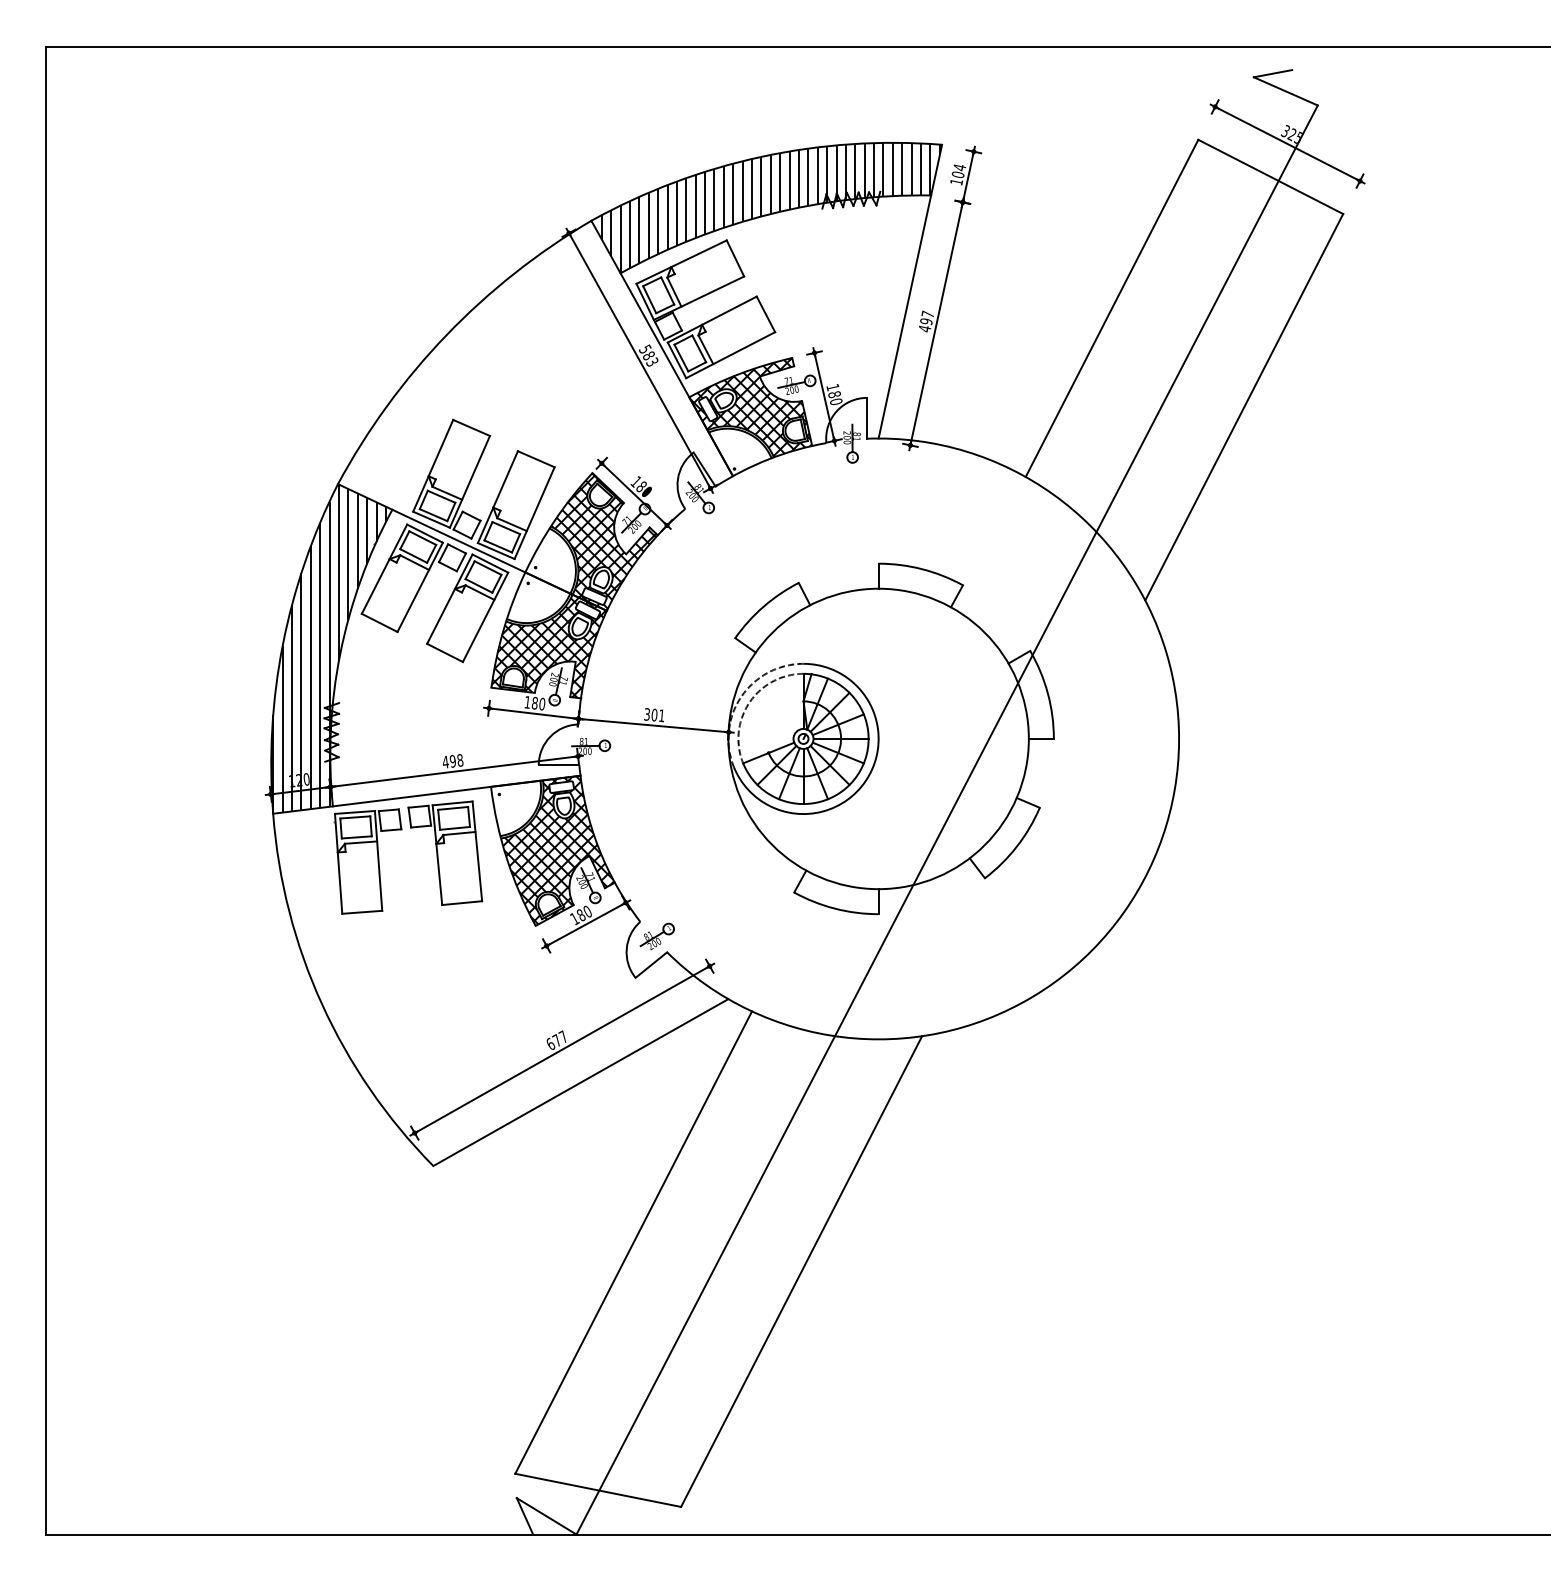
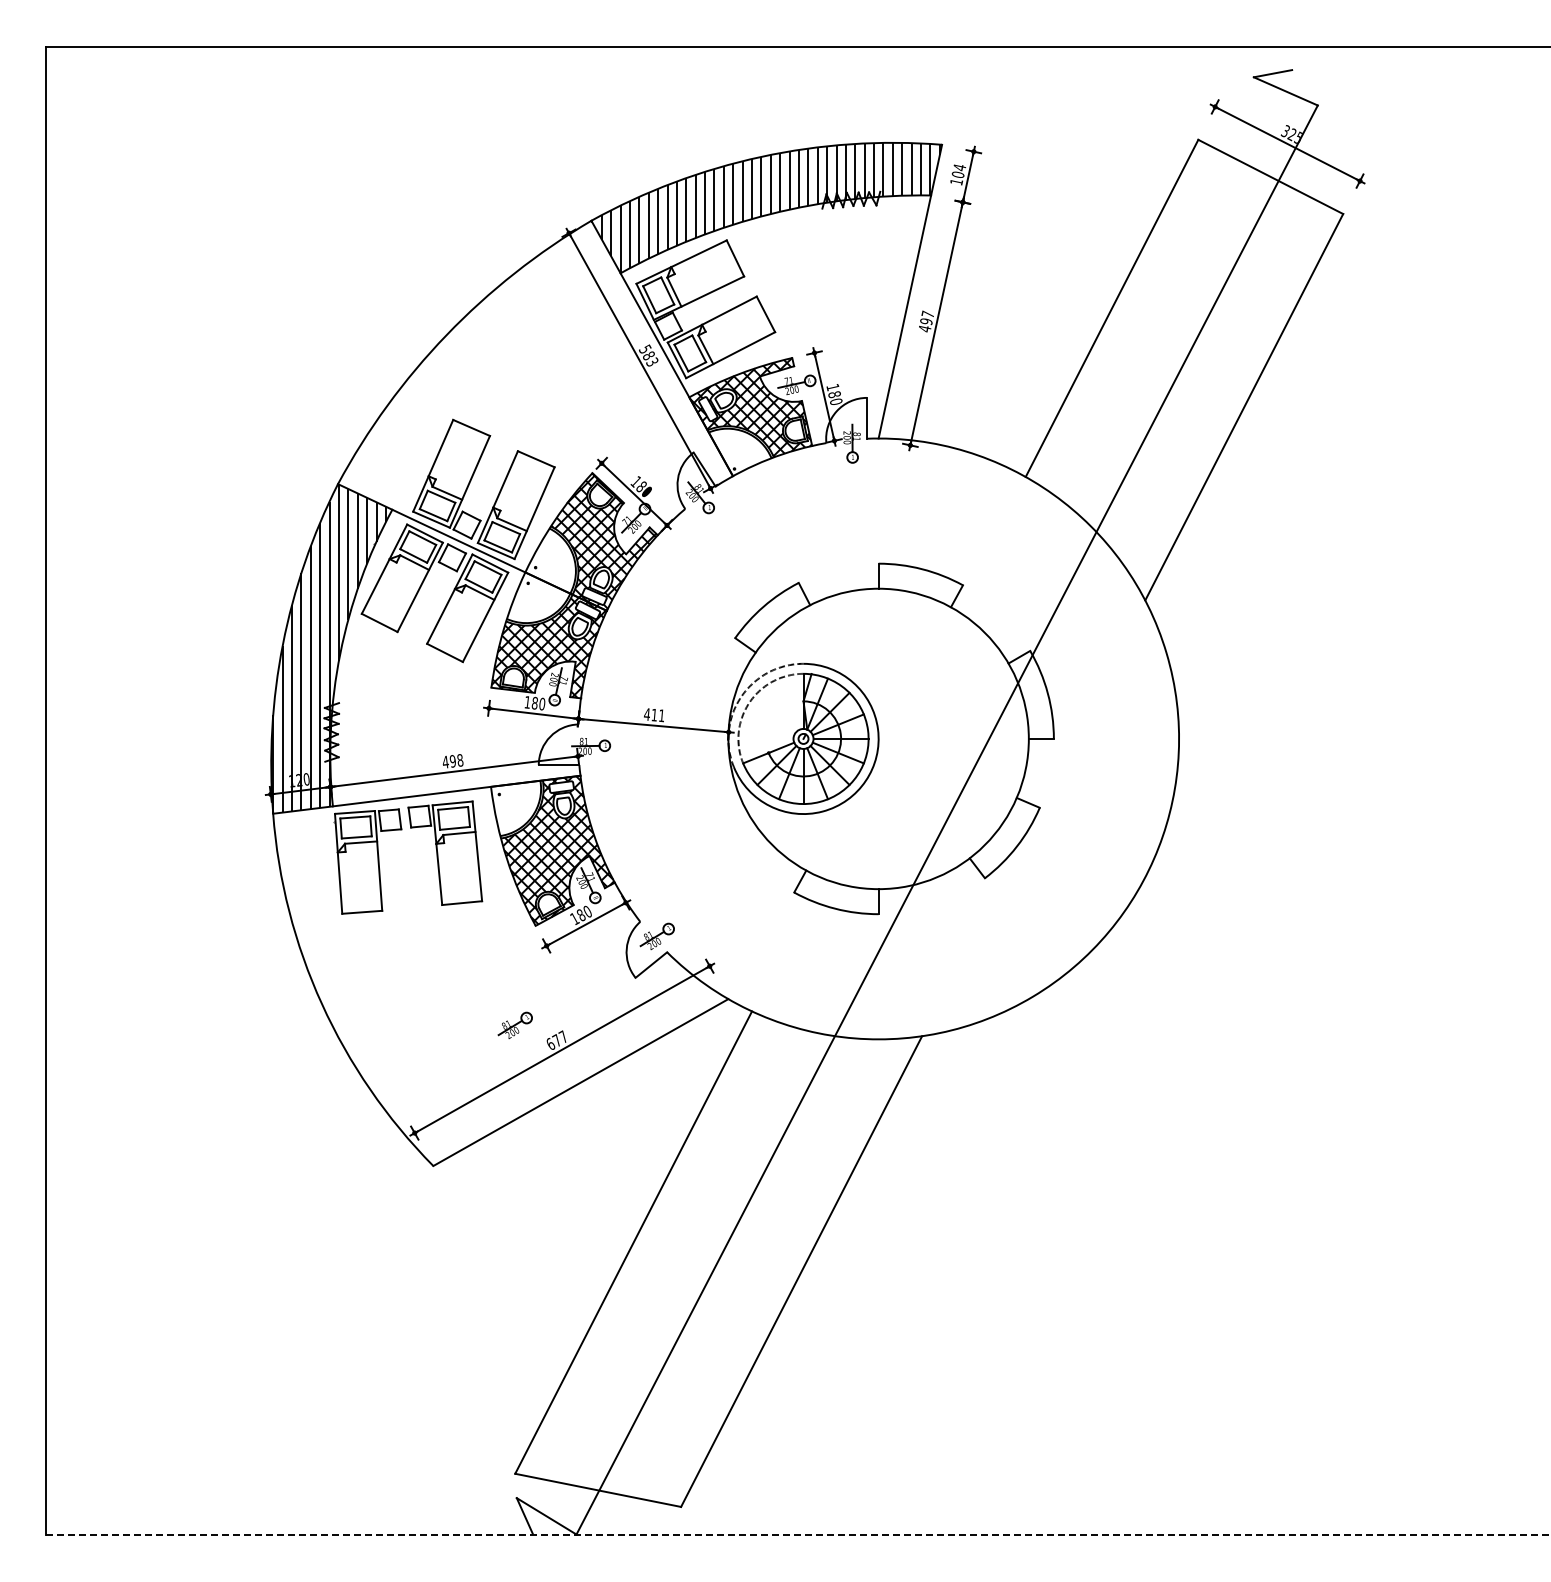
text at (650, 714): 301 -> 411
part at (514, 1025): none -> present
line at (799, 1534): solid -> dashed
